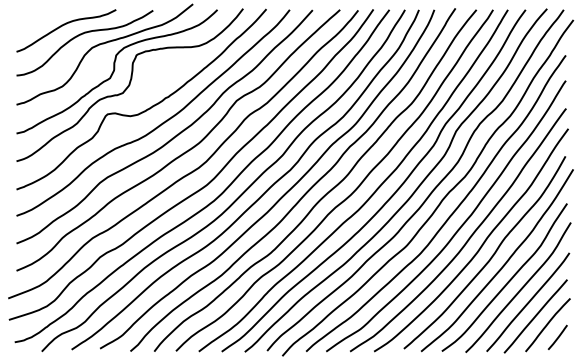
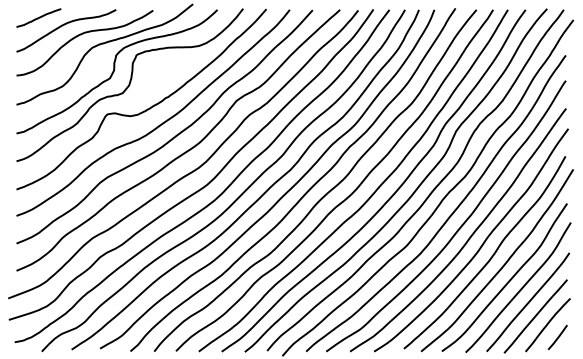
line at (38, 17): none -> present
